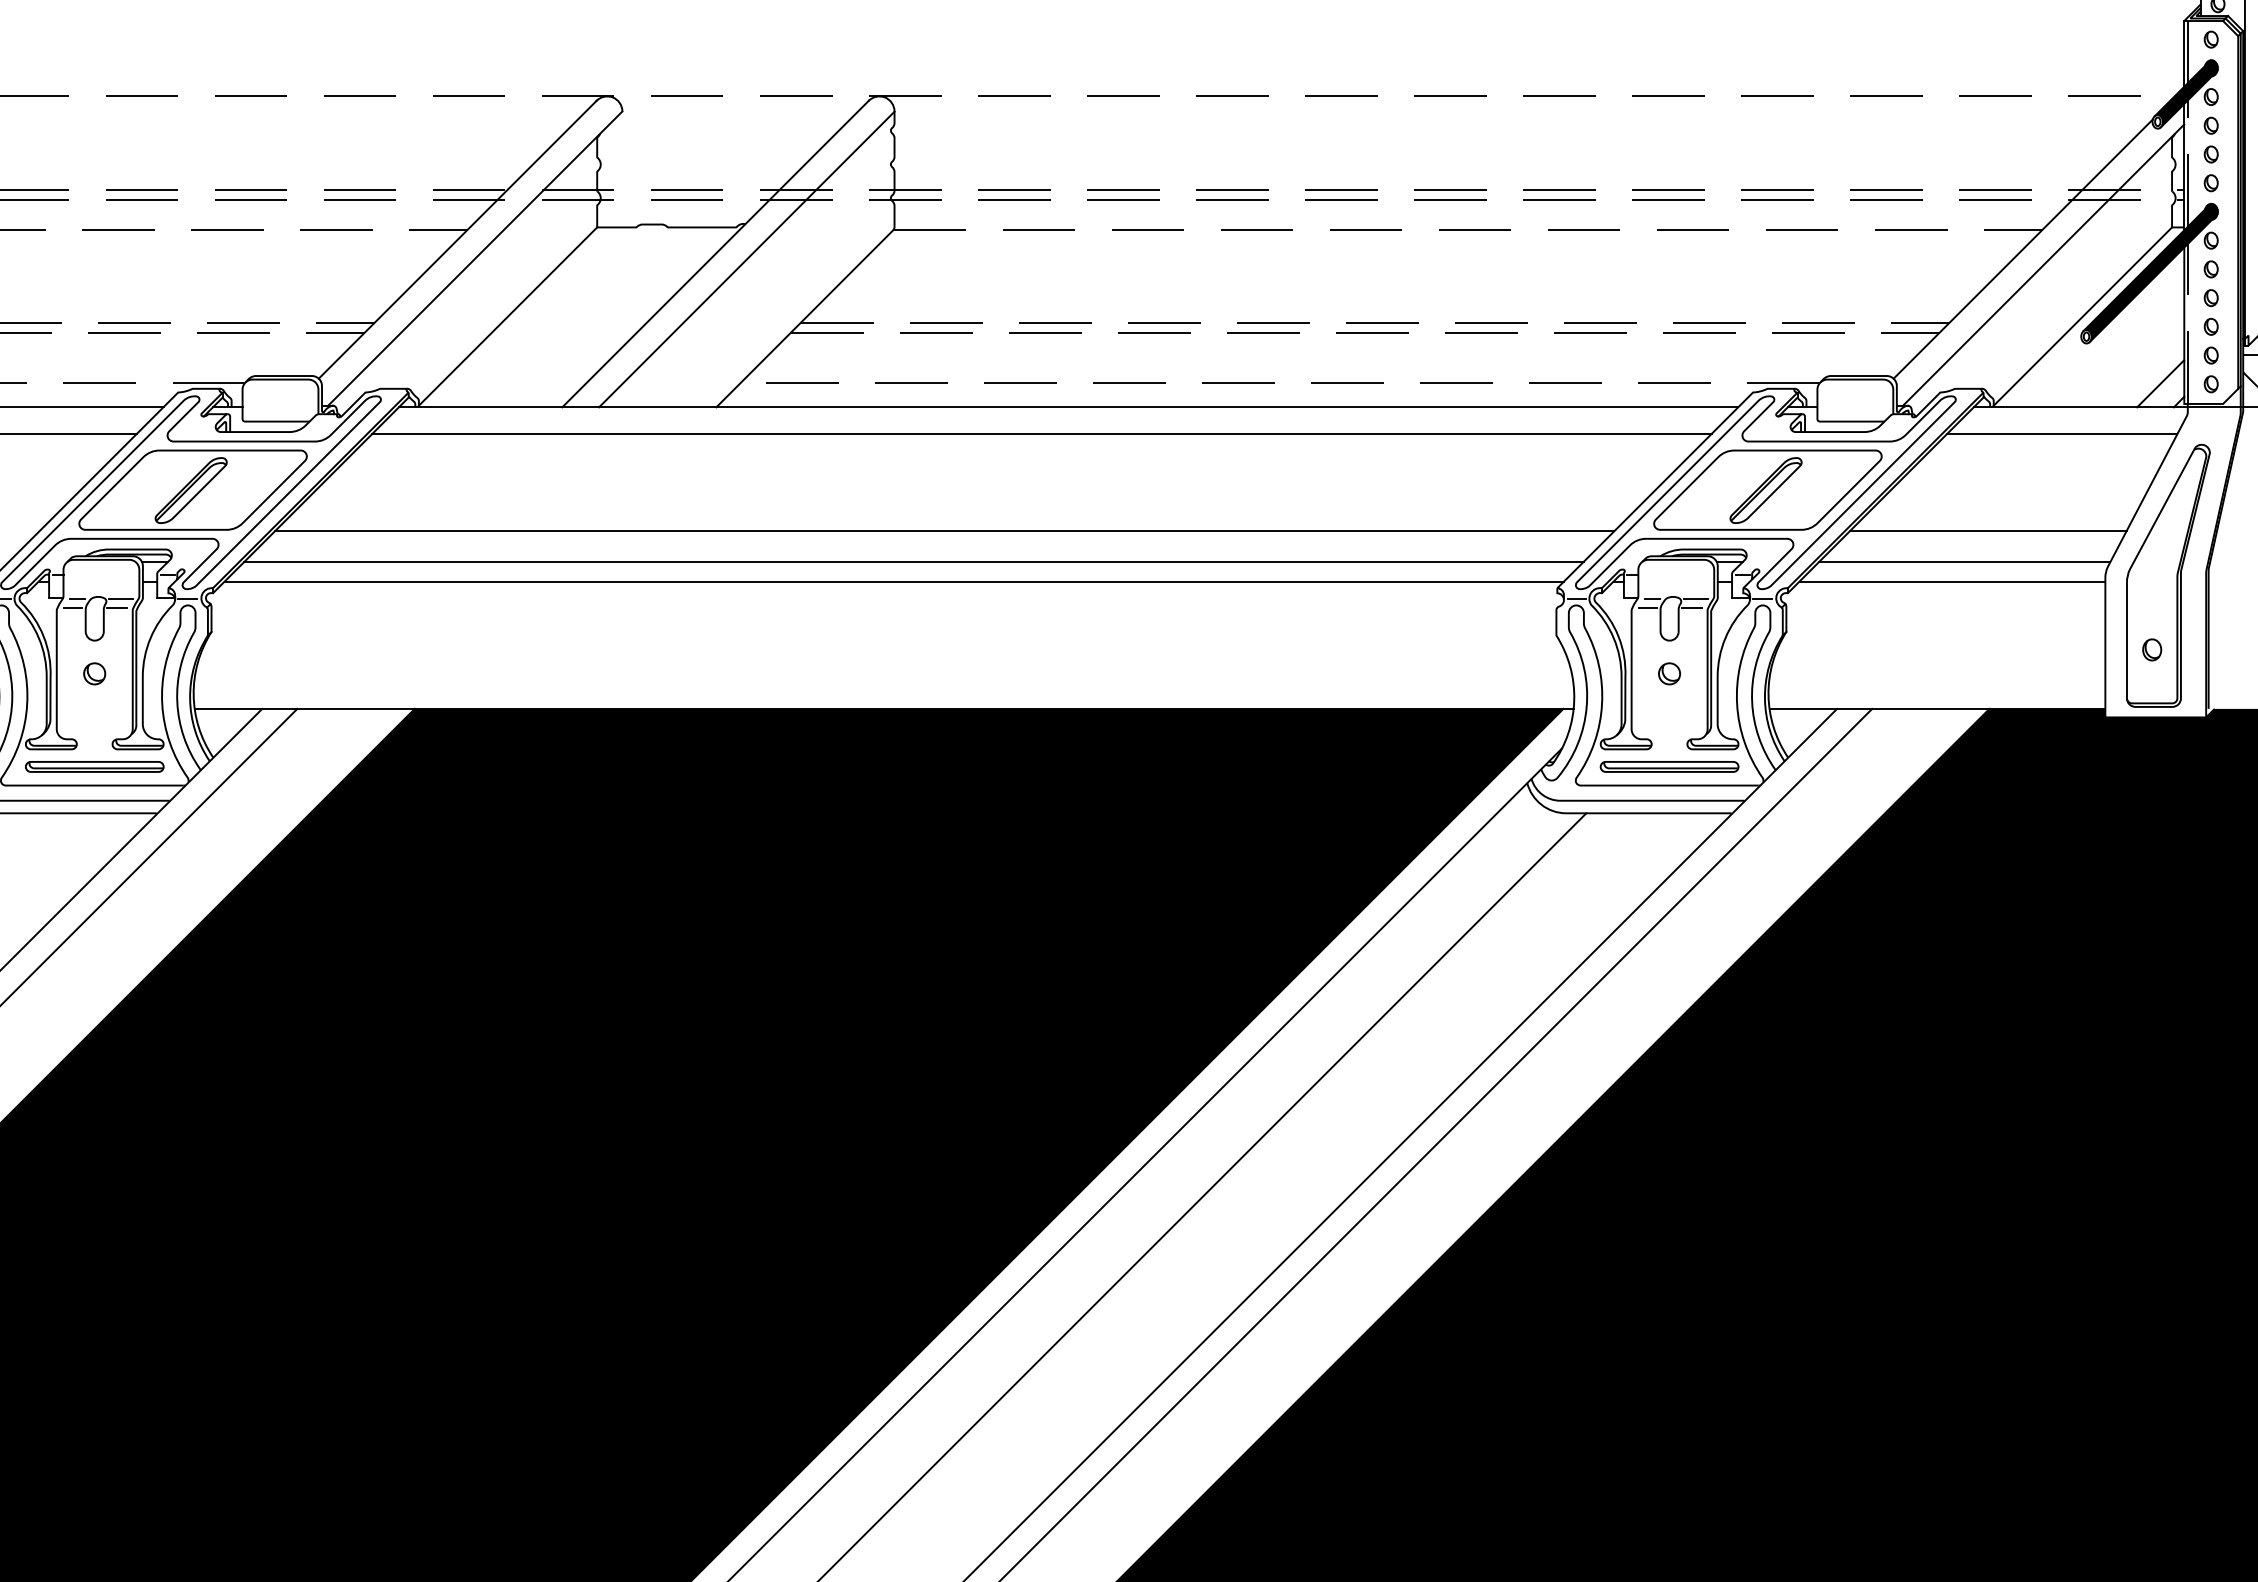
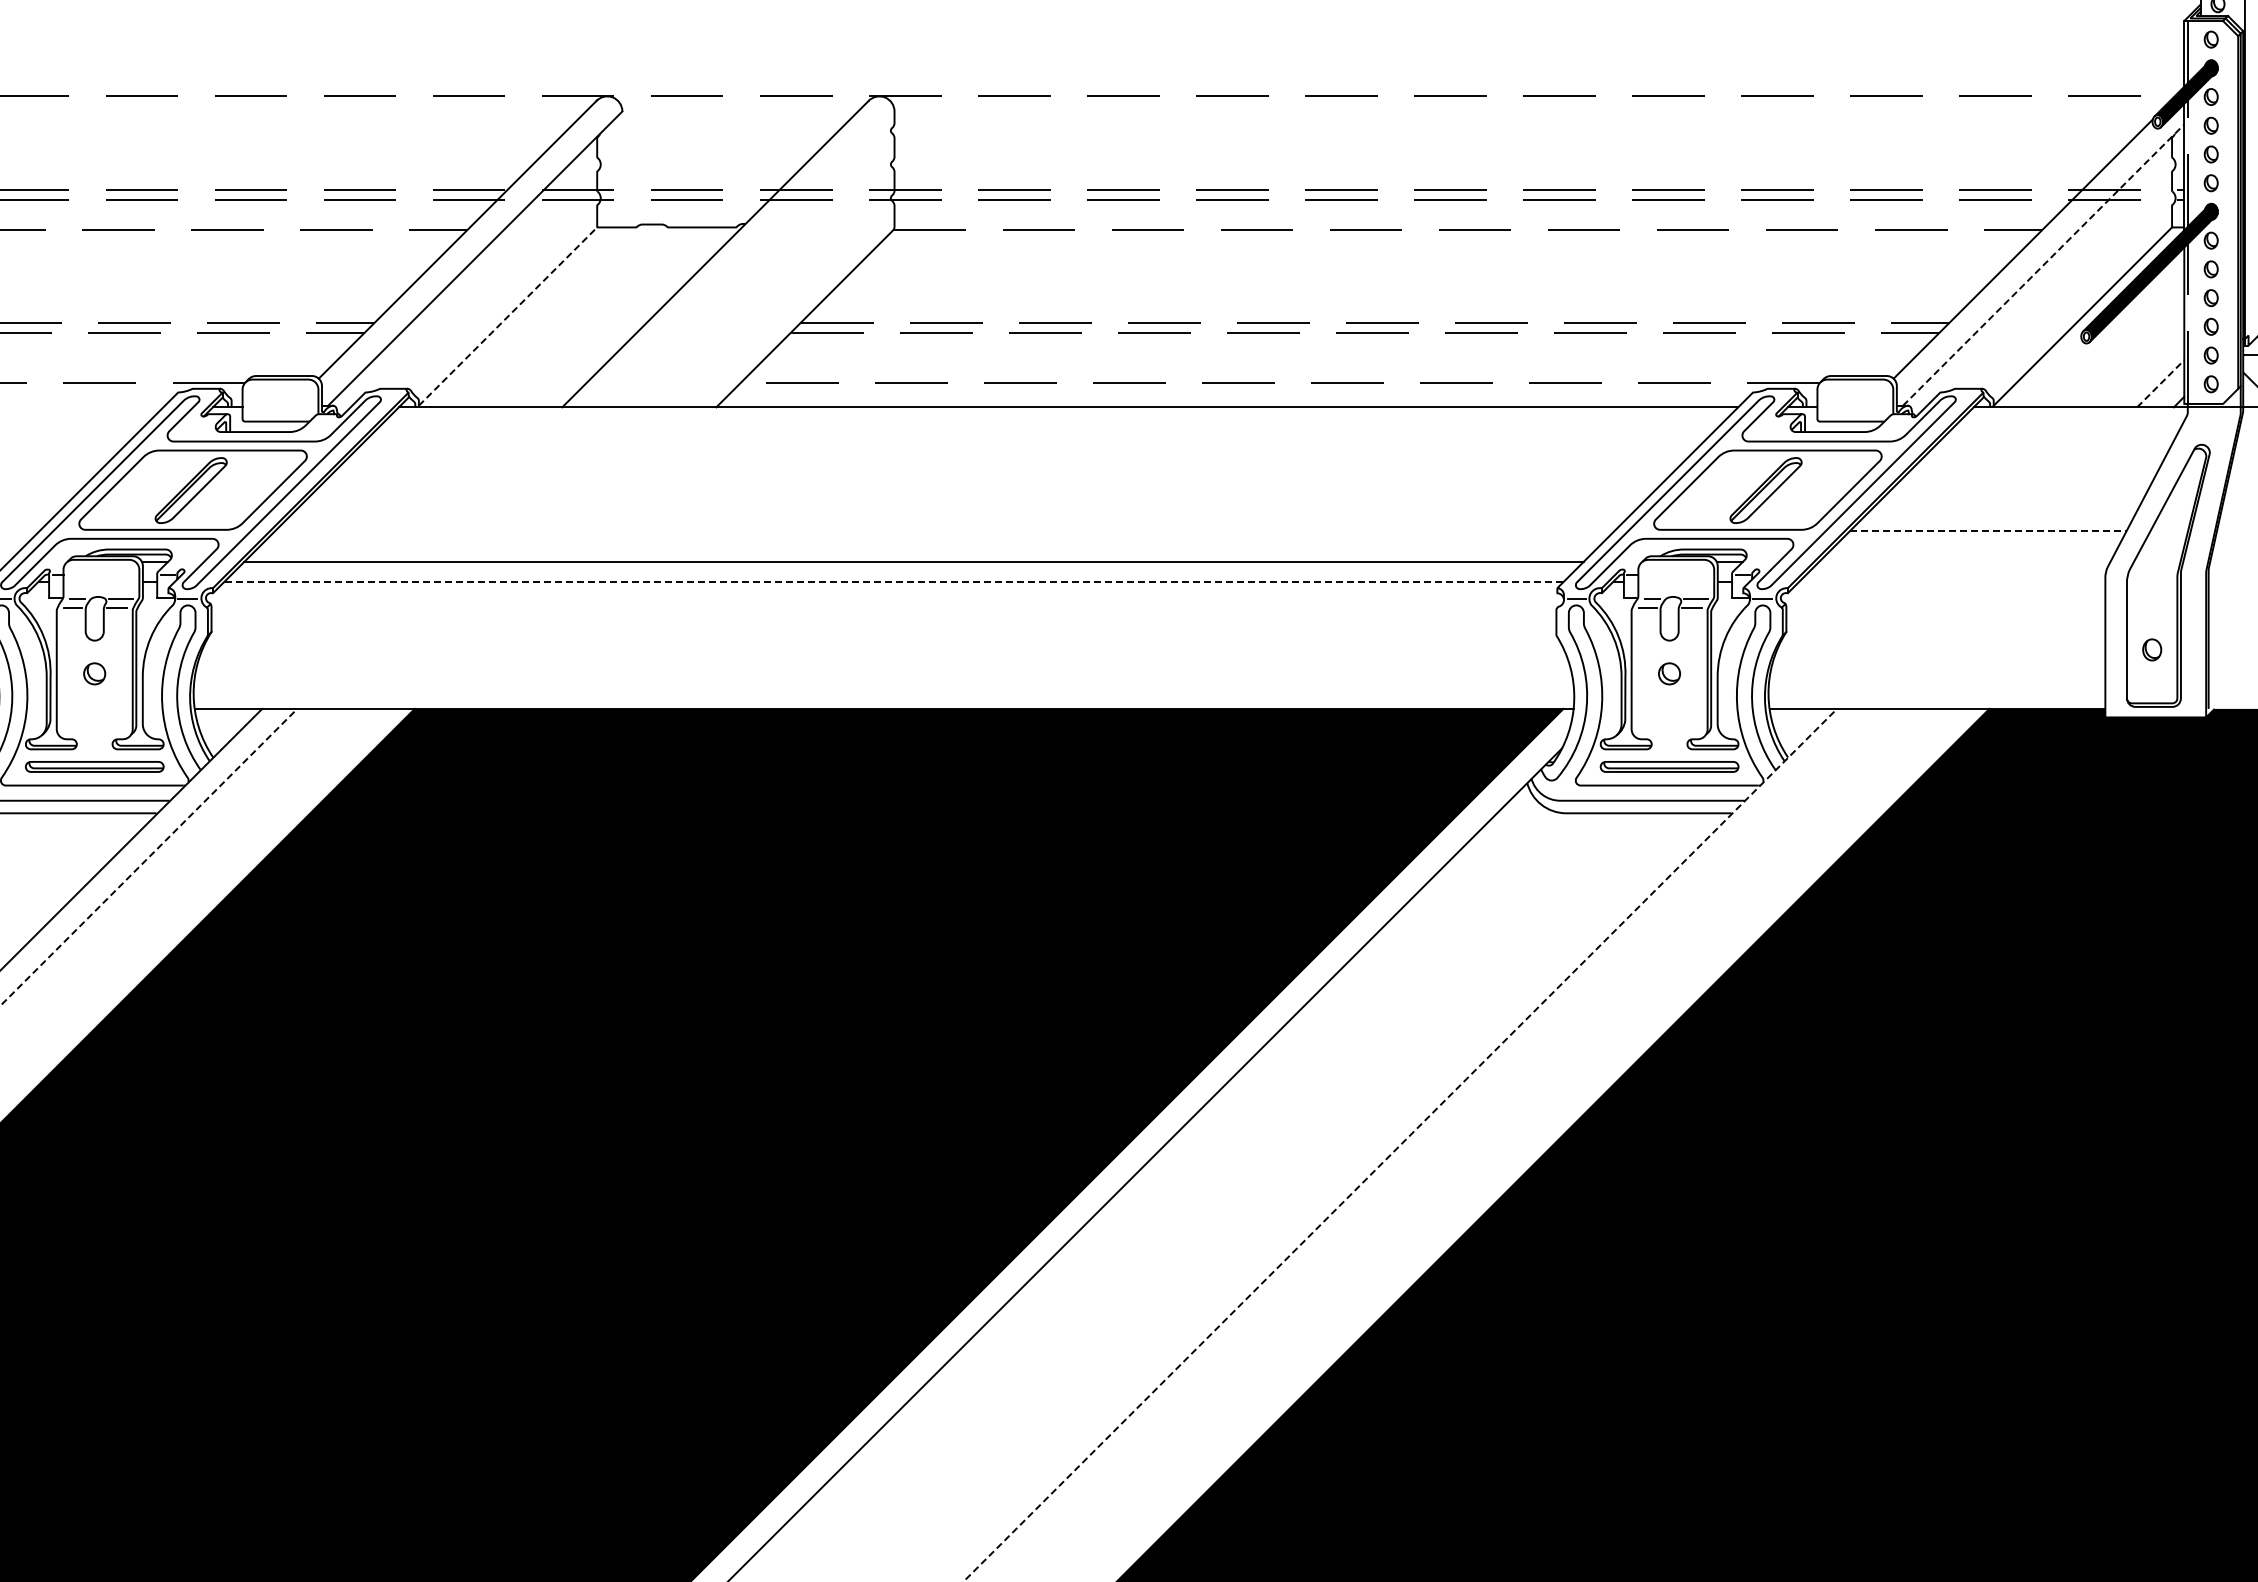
line at (746, 259): present -> none
line at (2043, 265): solid -> dashed
line at (508, 316): solid -> dashed
line at (2161, 383): solid -> dashed
line at (82, 407): present -> none
line at (69, 434): present -> none
line at (1041, 434): present -> none
line at (2062, 434): present -> none
line at (944, 531): present -> none
line at (1988, 531): solid -> dashed
line at (1964, 562): present -> none
line at (894, 581): solid -> dashed
line at (1952, 581): present -> none
line at (148, 857): solid -> dashed
line at (1437, 1143): present -> none
line at (1400, 1144): solid -> dashed
line at (1203, 1195): present -> none
